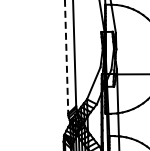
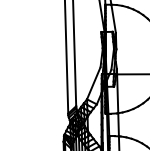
line at (66, 57): dashed -> solid
